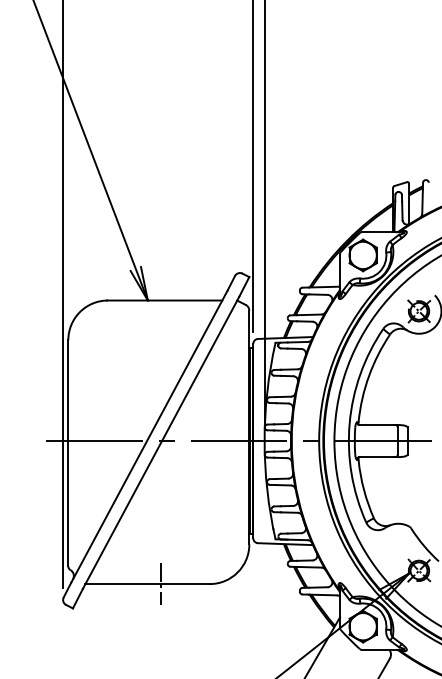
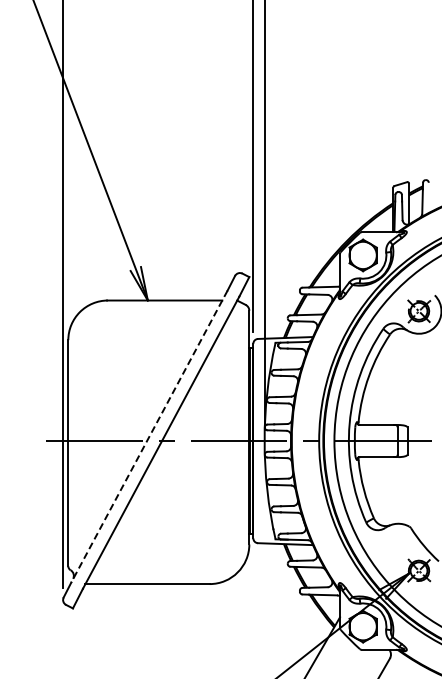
line at (149, 436): solid -> dashed
line at (161, 583): present -> none
